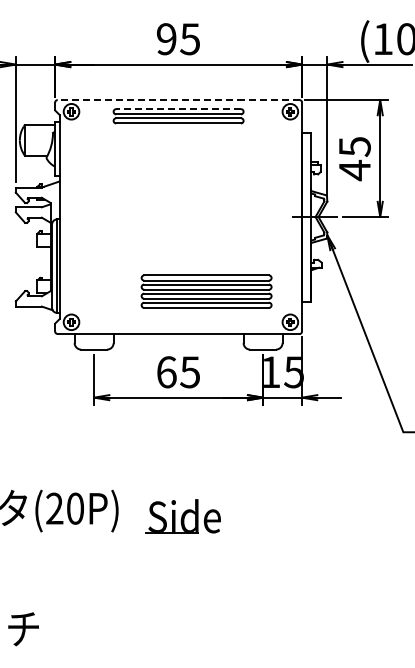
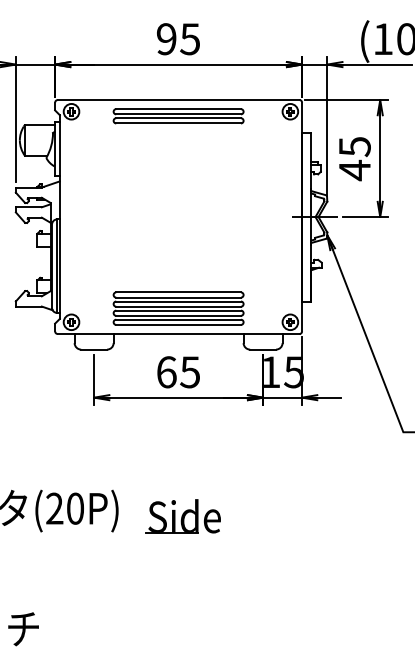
line at (178, 100): dashed -> solid
line at (178, 109): dashed -> solid
part at (206, 291) position: (206, 291) -> (178, 308)
